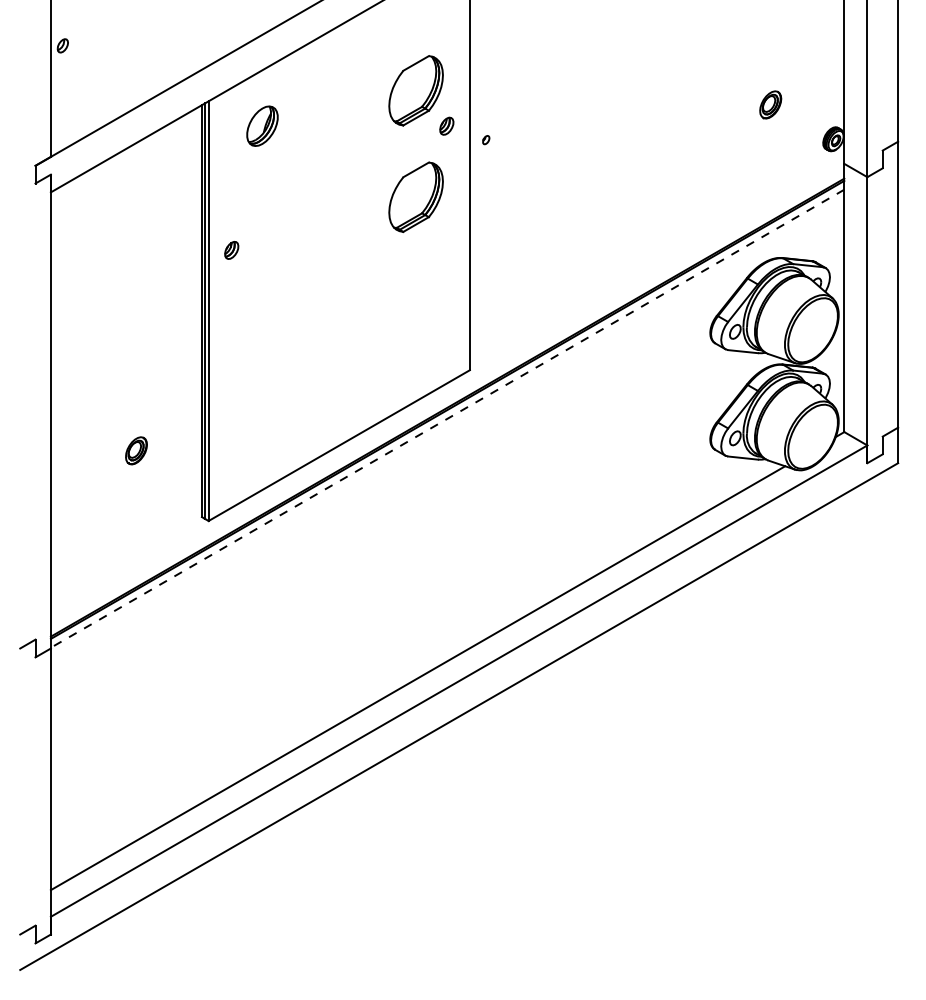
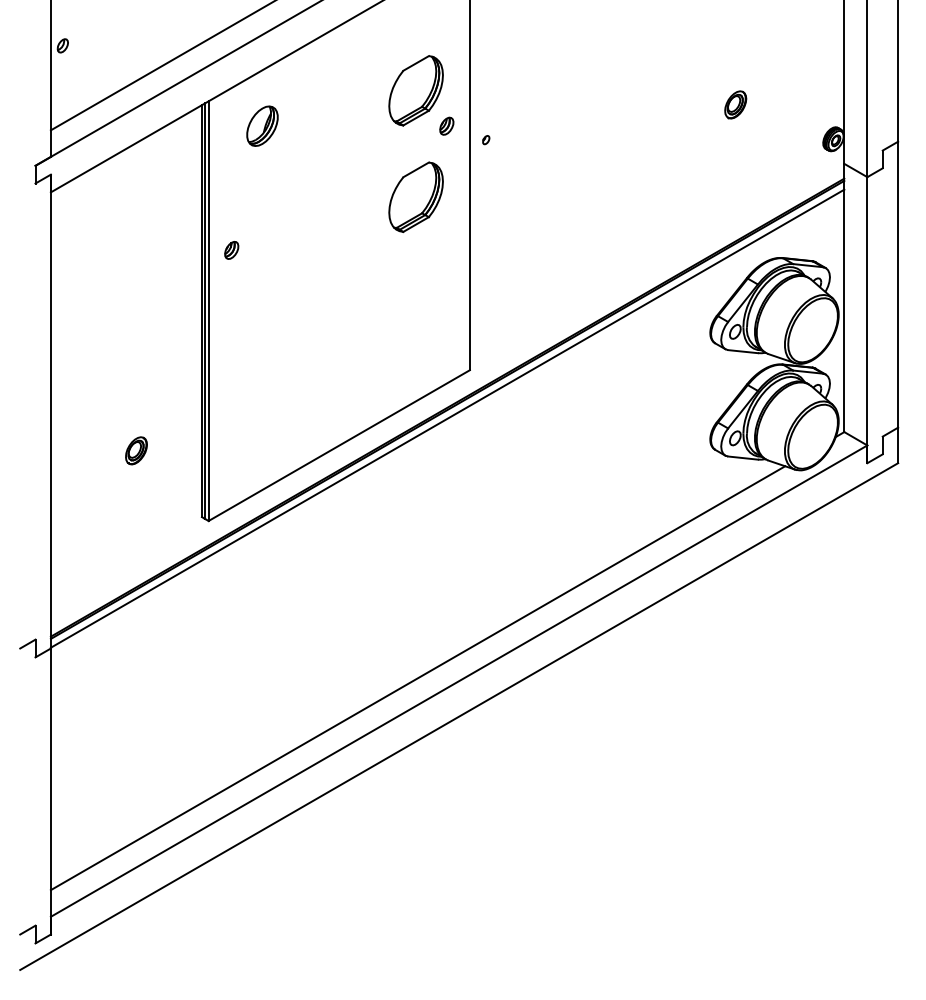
line at (161, 66): none -> present
part at (770, 104) position: (770, 104) -> (735, 104)
line at (447, 418): dashed -> solid
